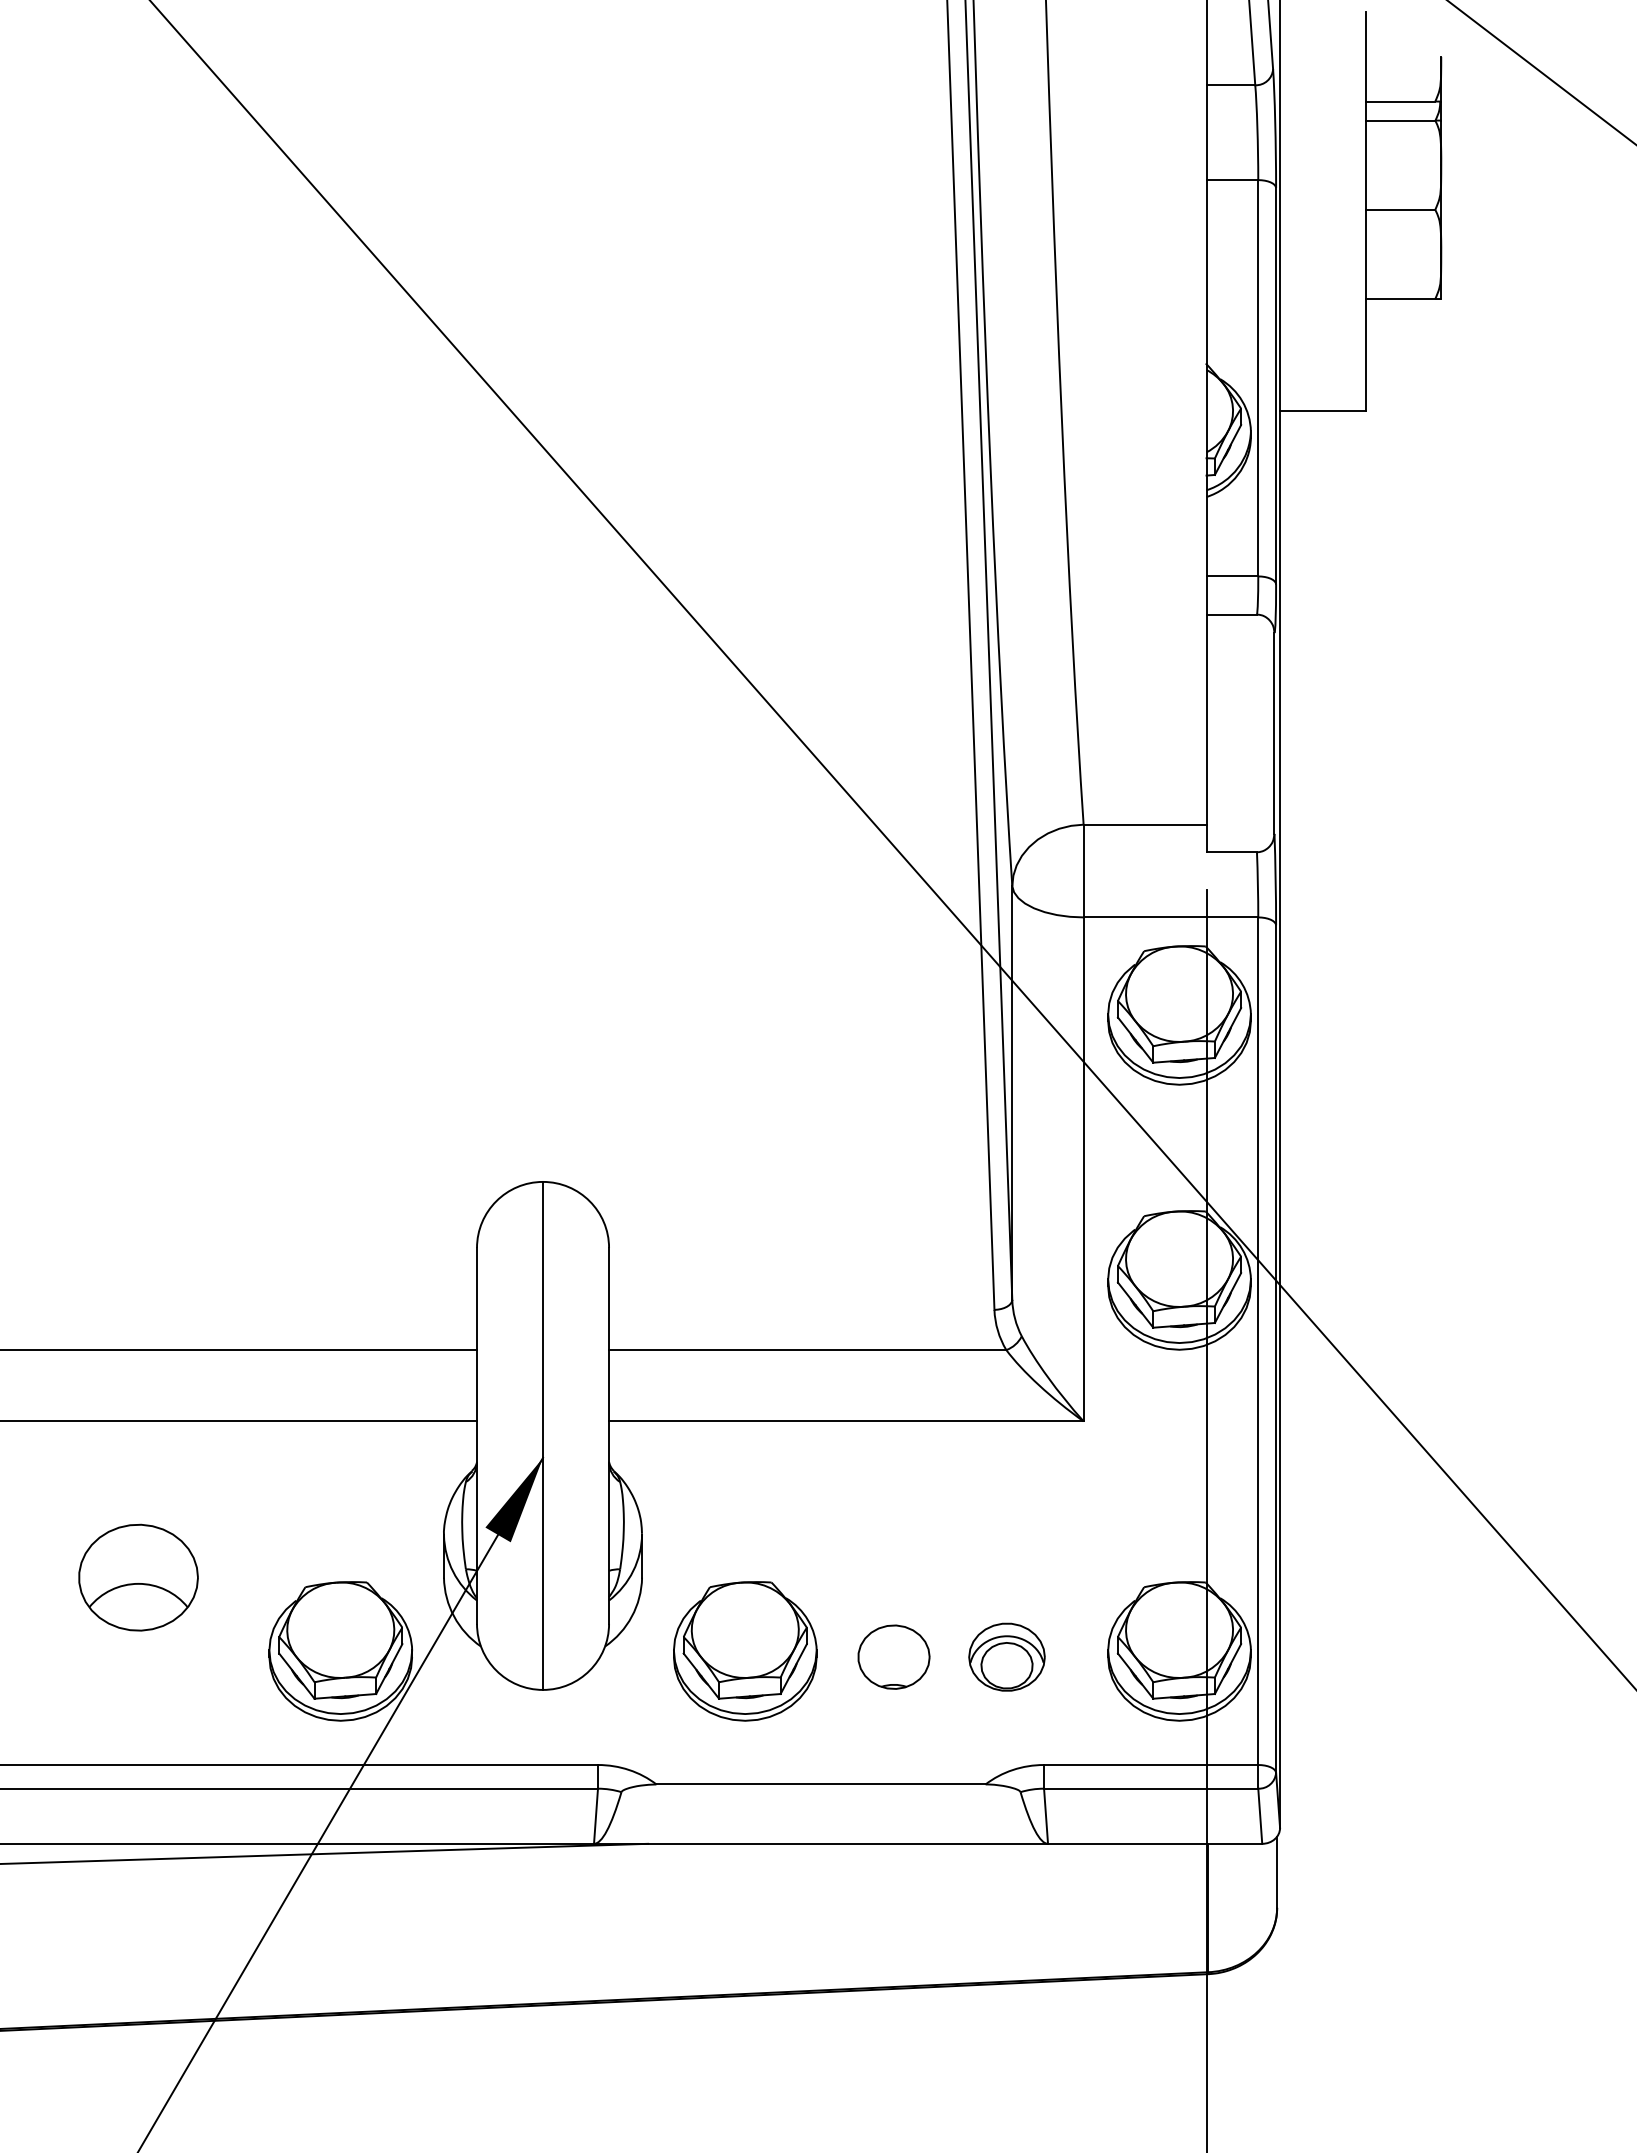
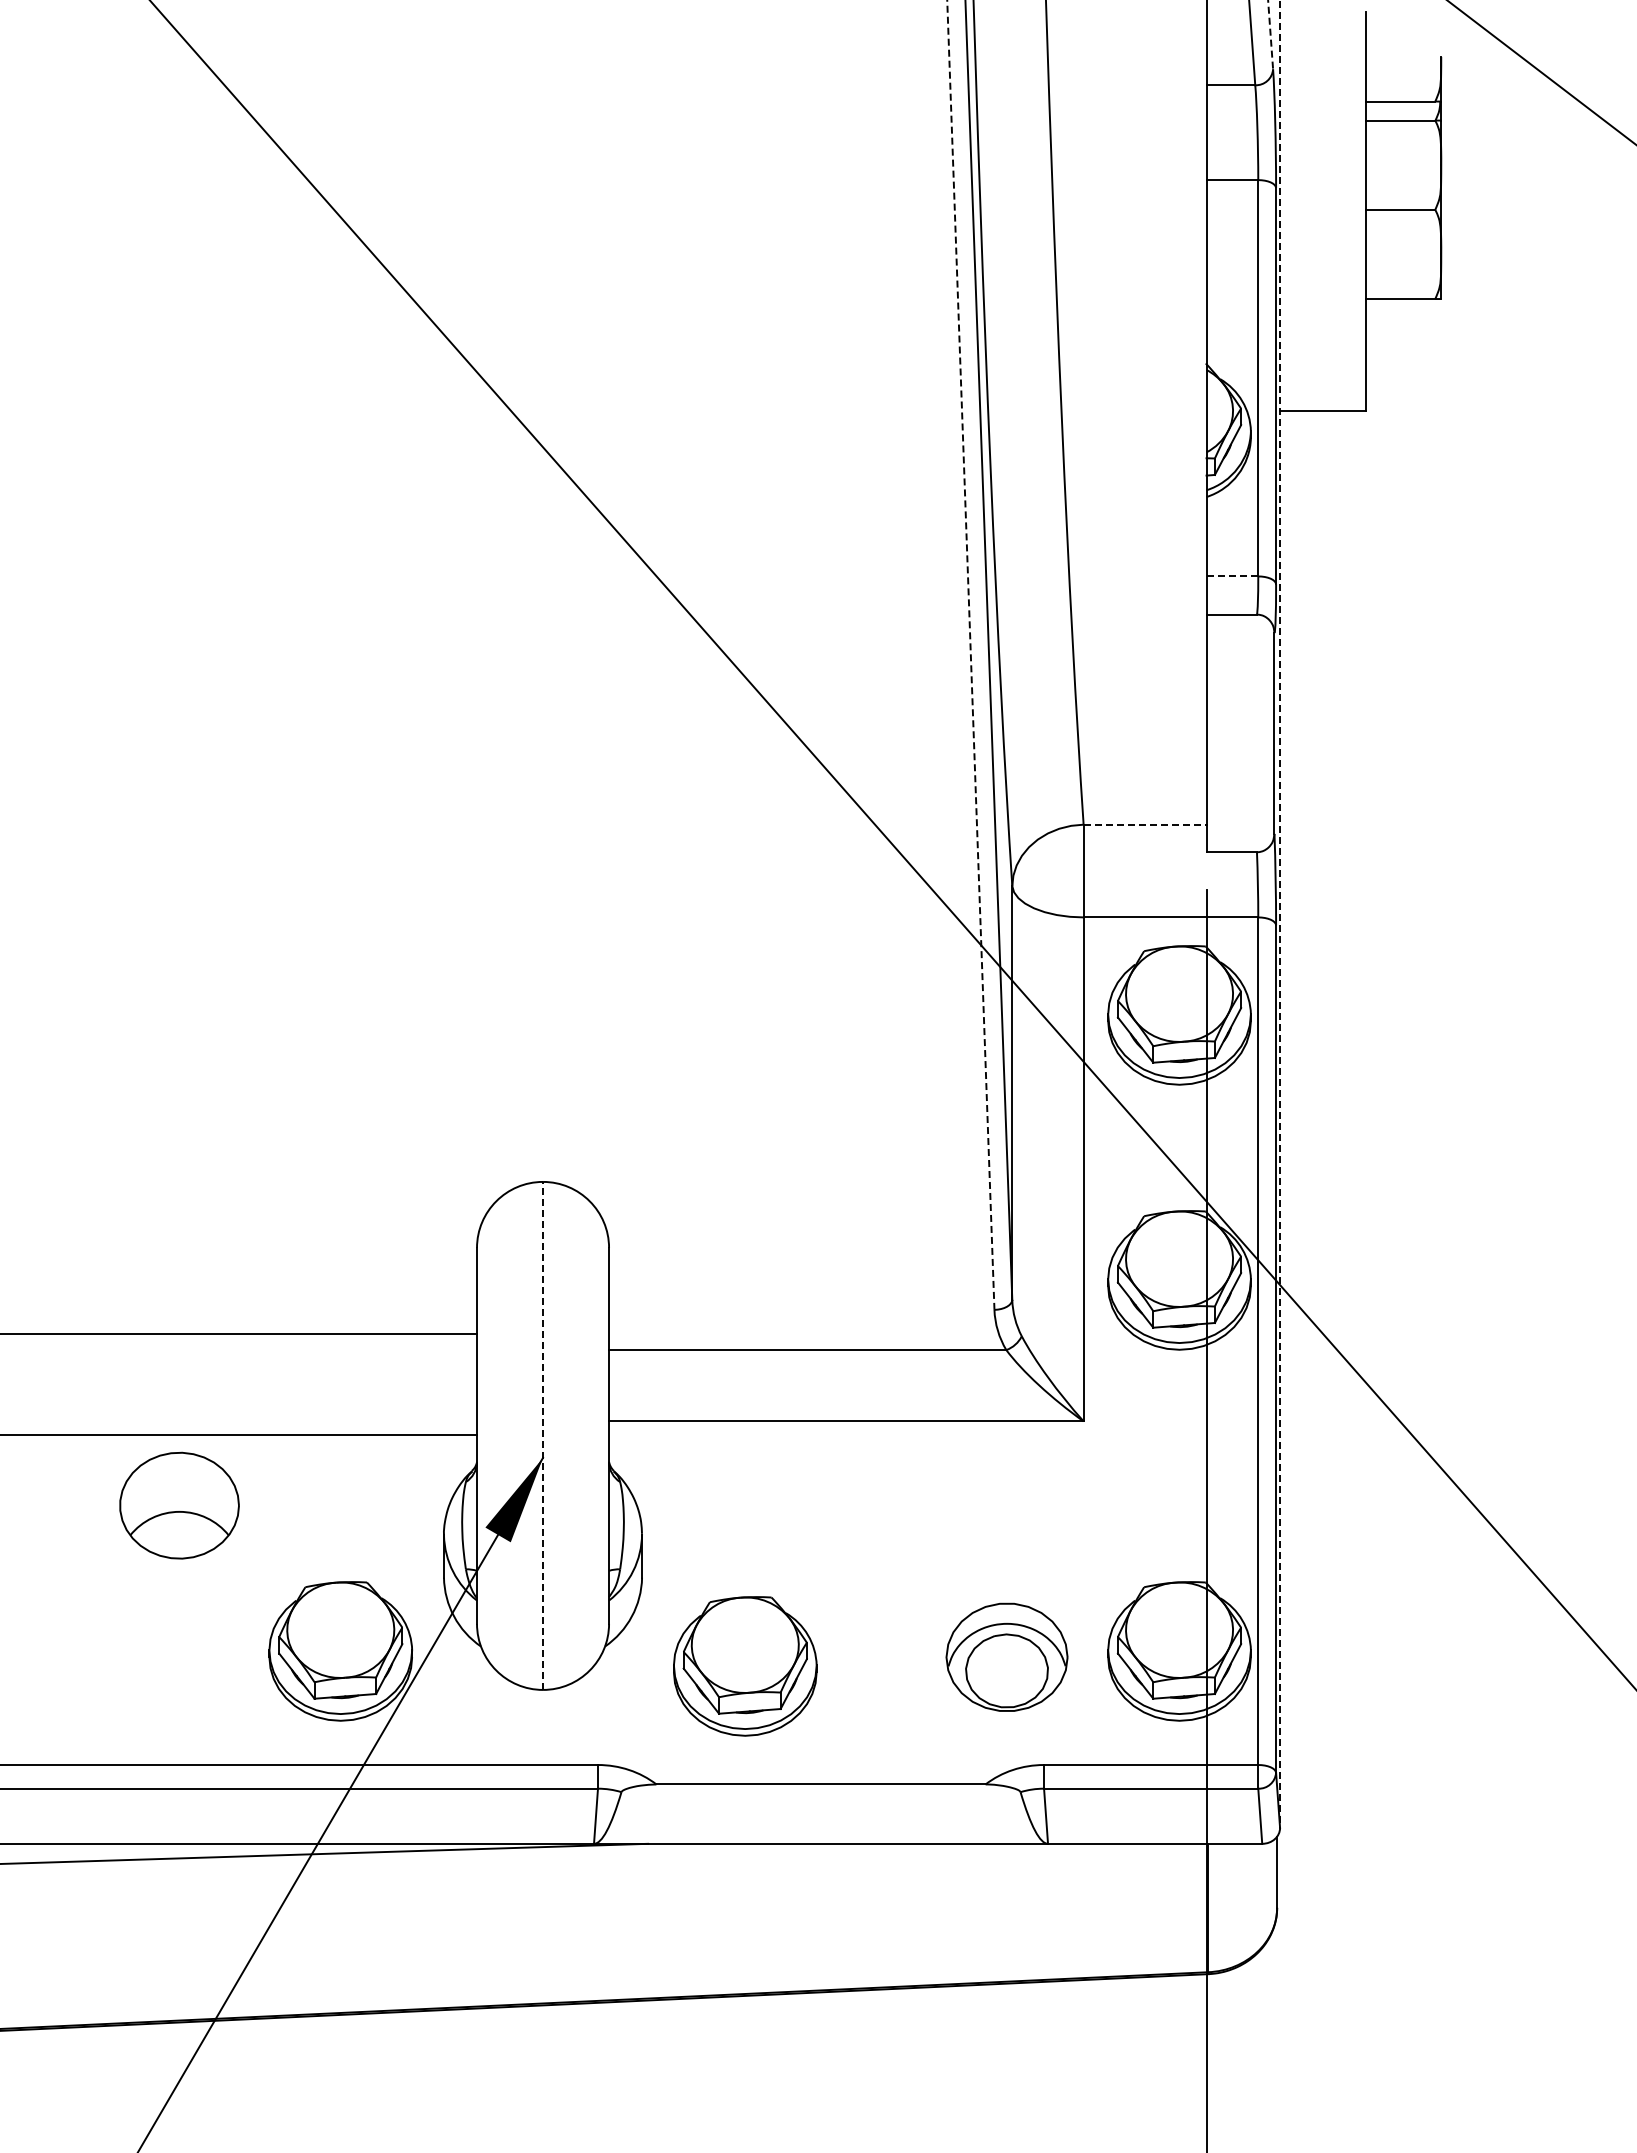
line at (1270, 35): solid -> dashed
line at (1232, 576): solid -> dashed
line at (970, 654): solid -> dashed
line at (1145, 824): solid -> dashed
line at (1280, 914): solid -> dashed
line at (239, 1350) position: (239, 1350) -> (239, 1334)
line at (239, 1421) position: (239, 1421) -> (239, 1435)
line at (543, 1435): solid -> dashed
part at (138, 1577) position: (138, 1577) -> (179, 1505)
part at (745, 1651) position: (745, 1651) -> (745, 1666)
part at (893, 1656): present -> none
part at (1006, 1656) size: 78x70 px -> 124x110 px
